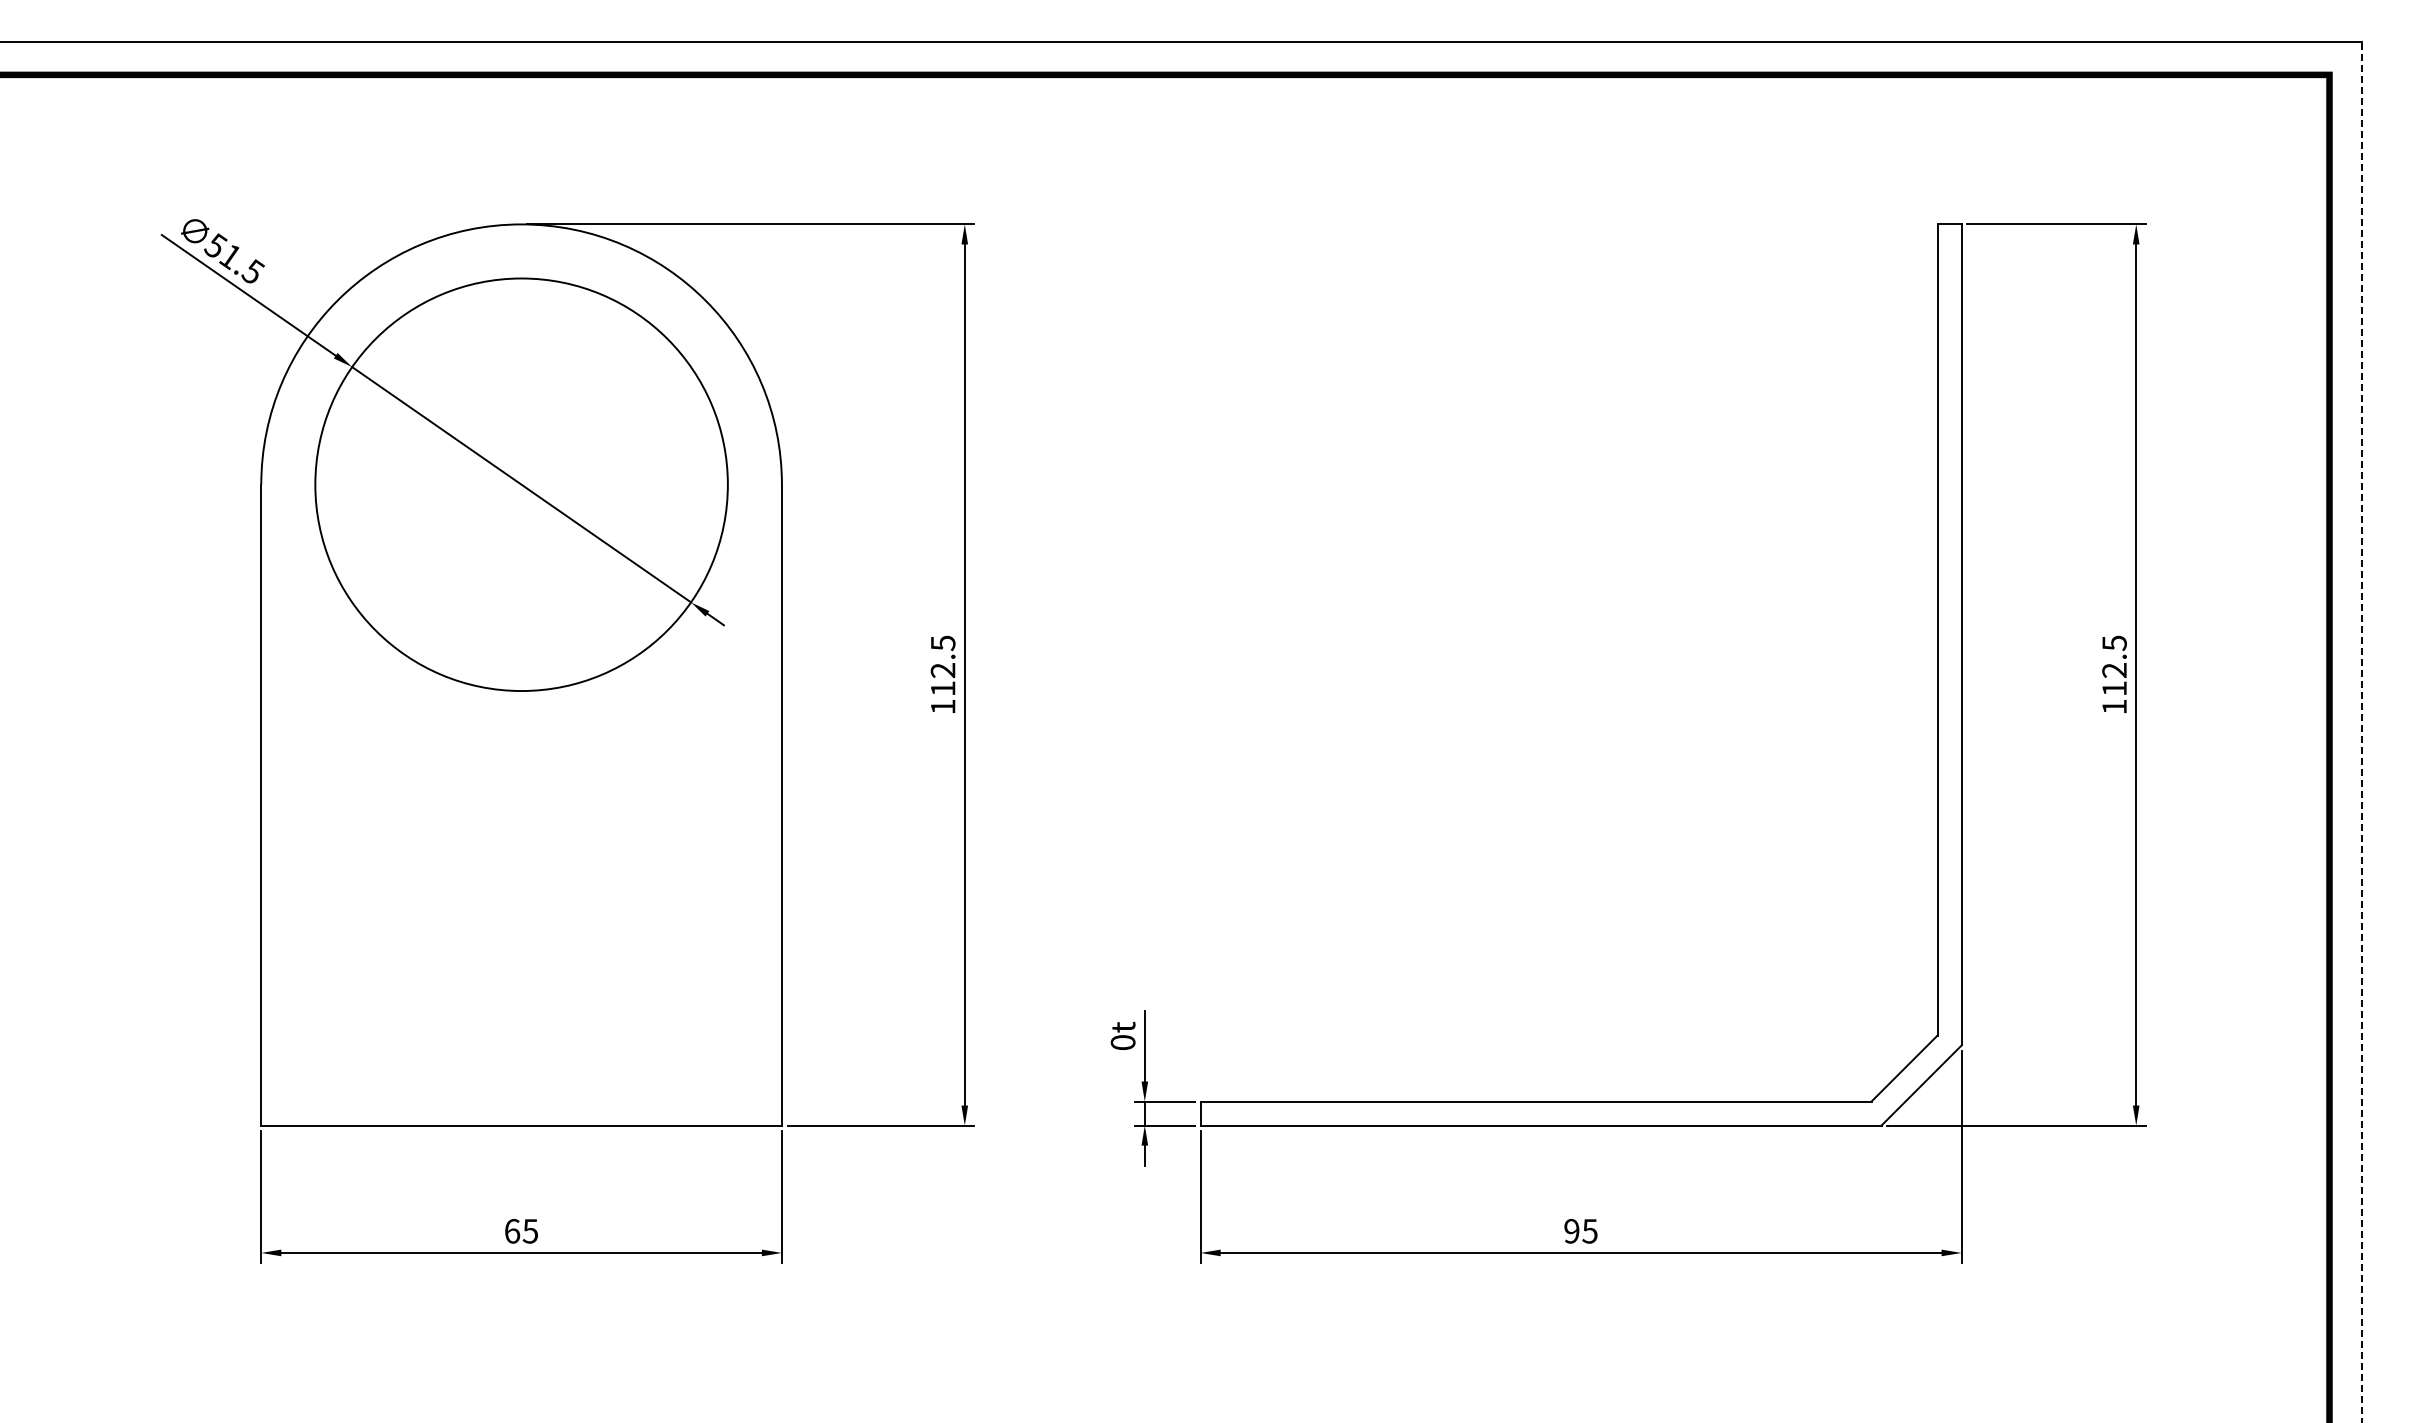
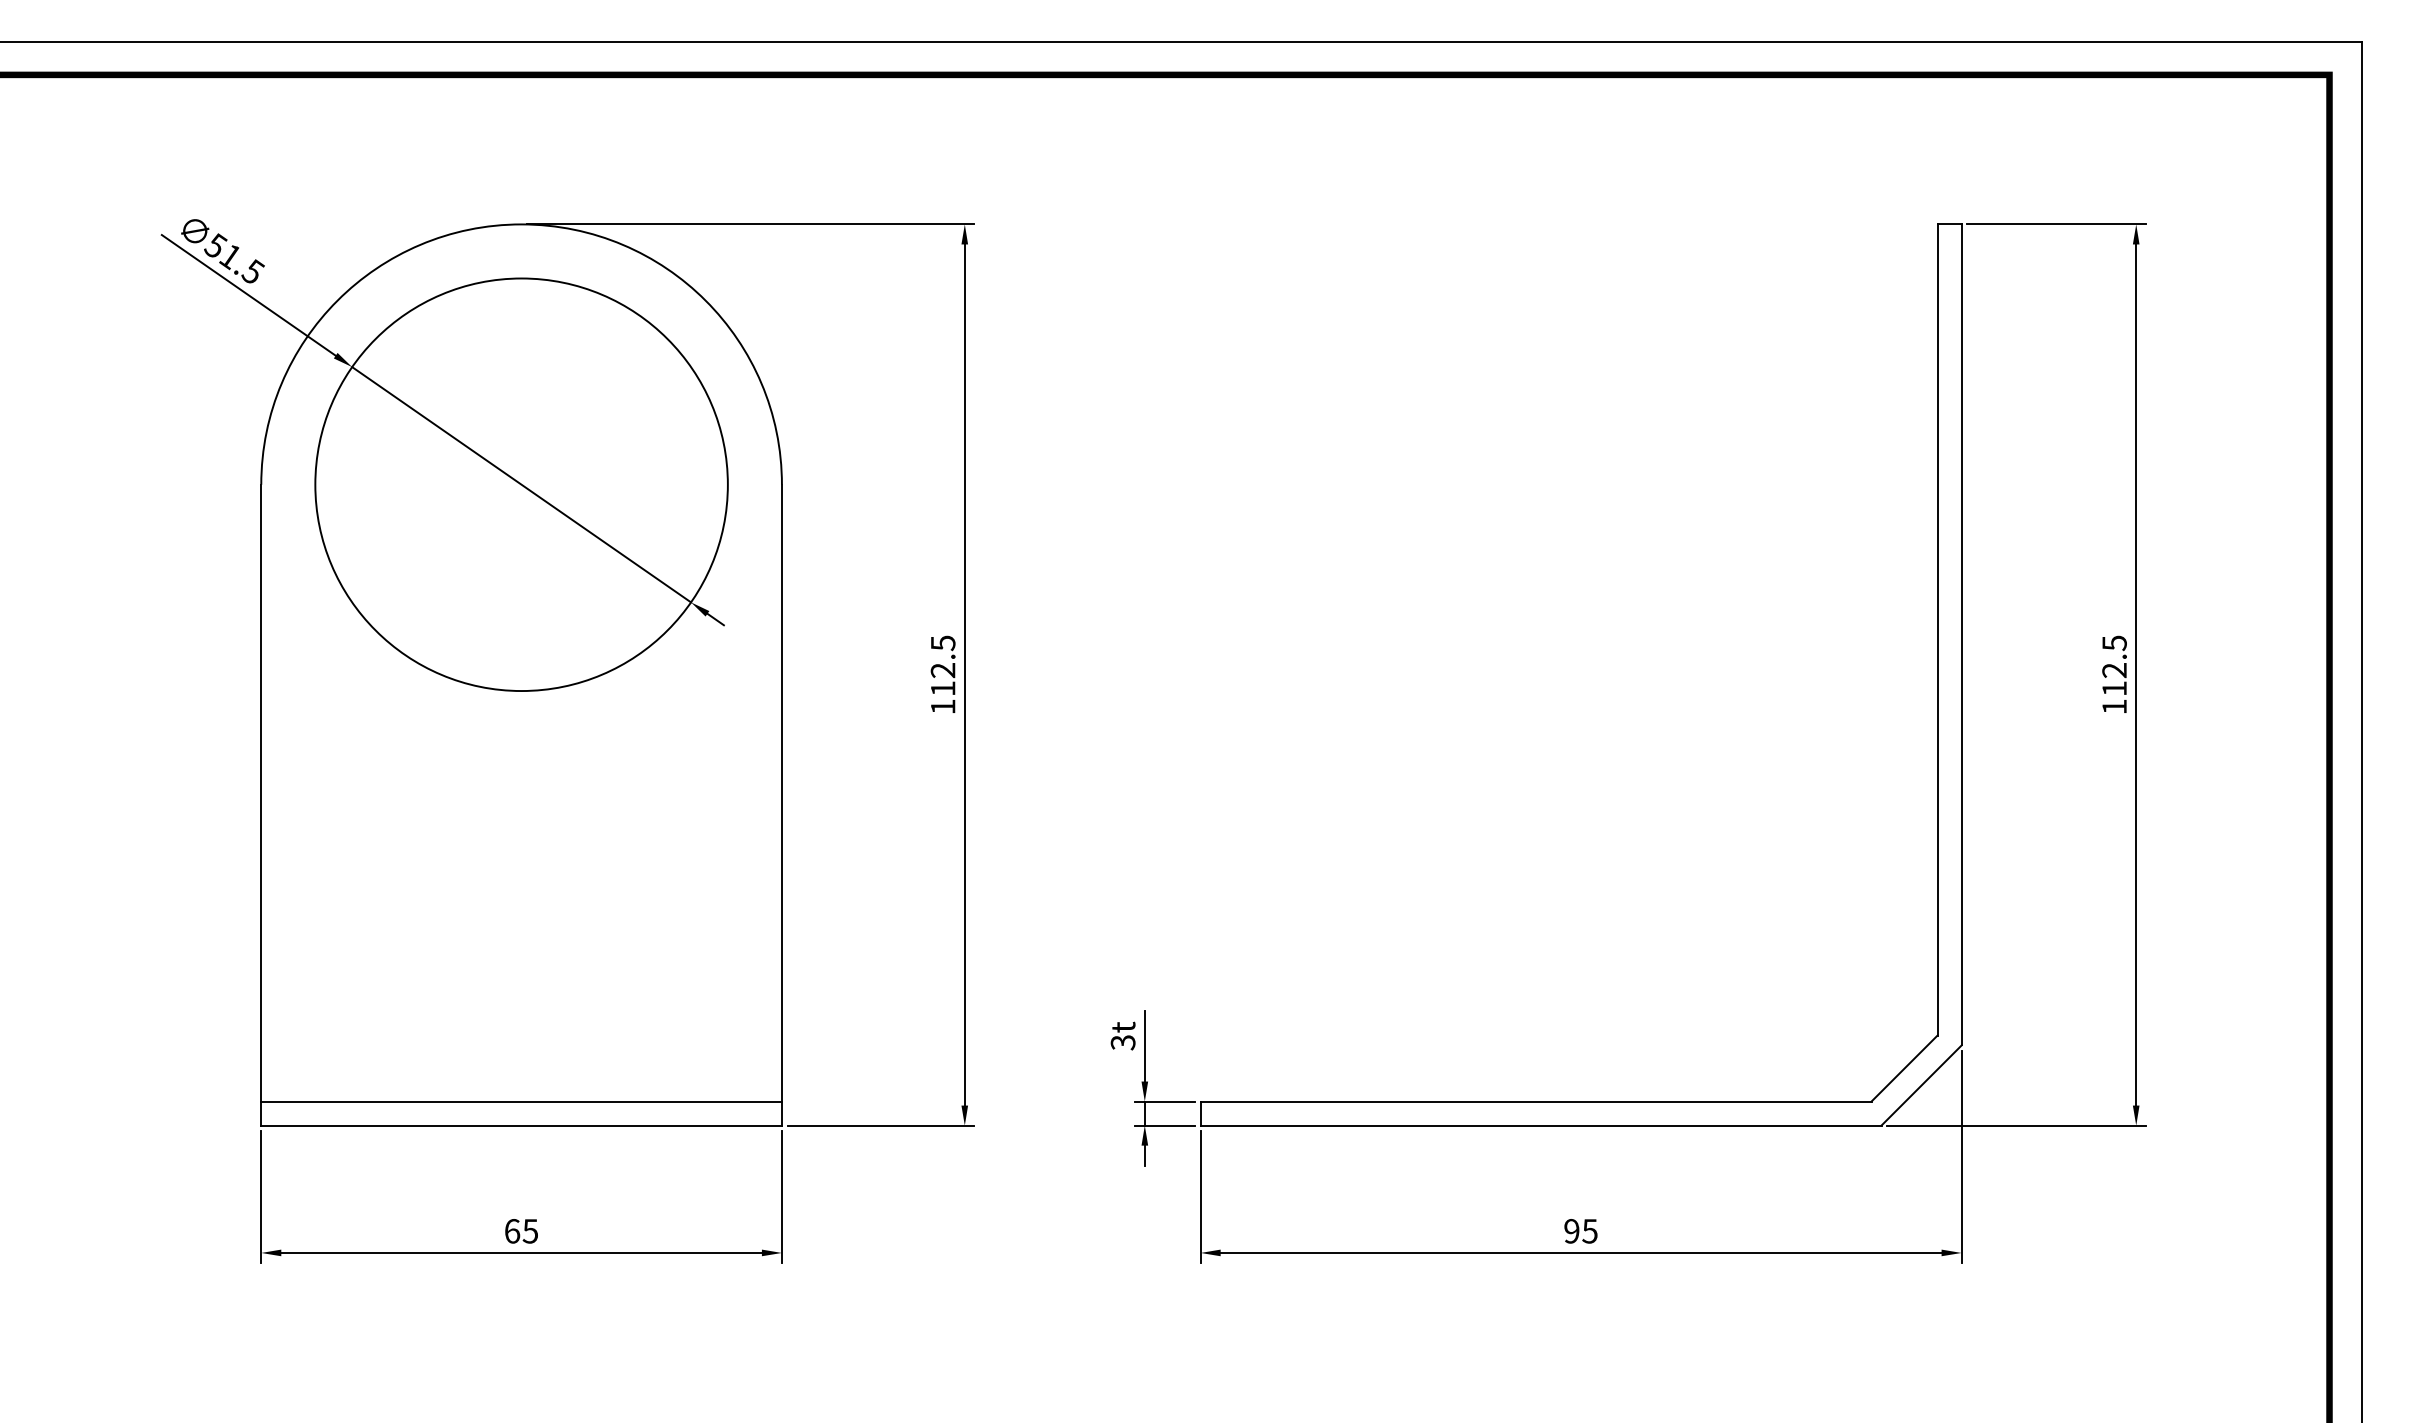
line at (2361, 732): dashed -> solid
text at (1122, 1042): 0t -> 3t
line at (521, 1101): none -> present
